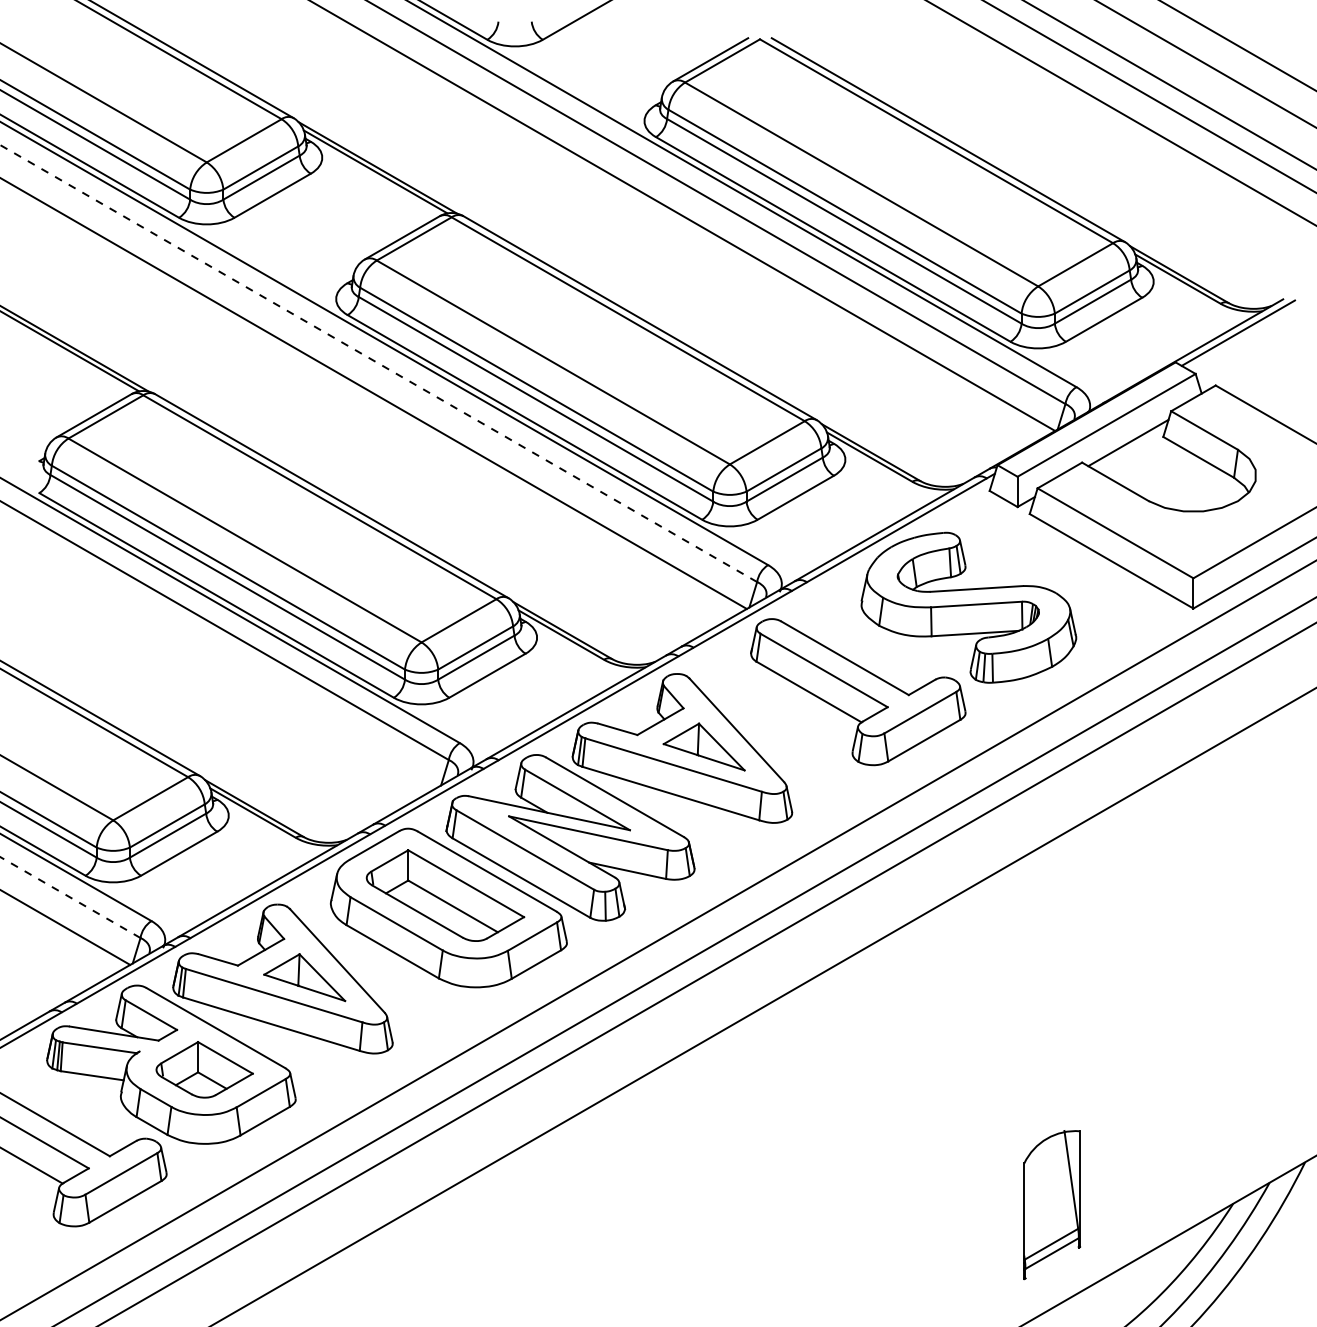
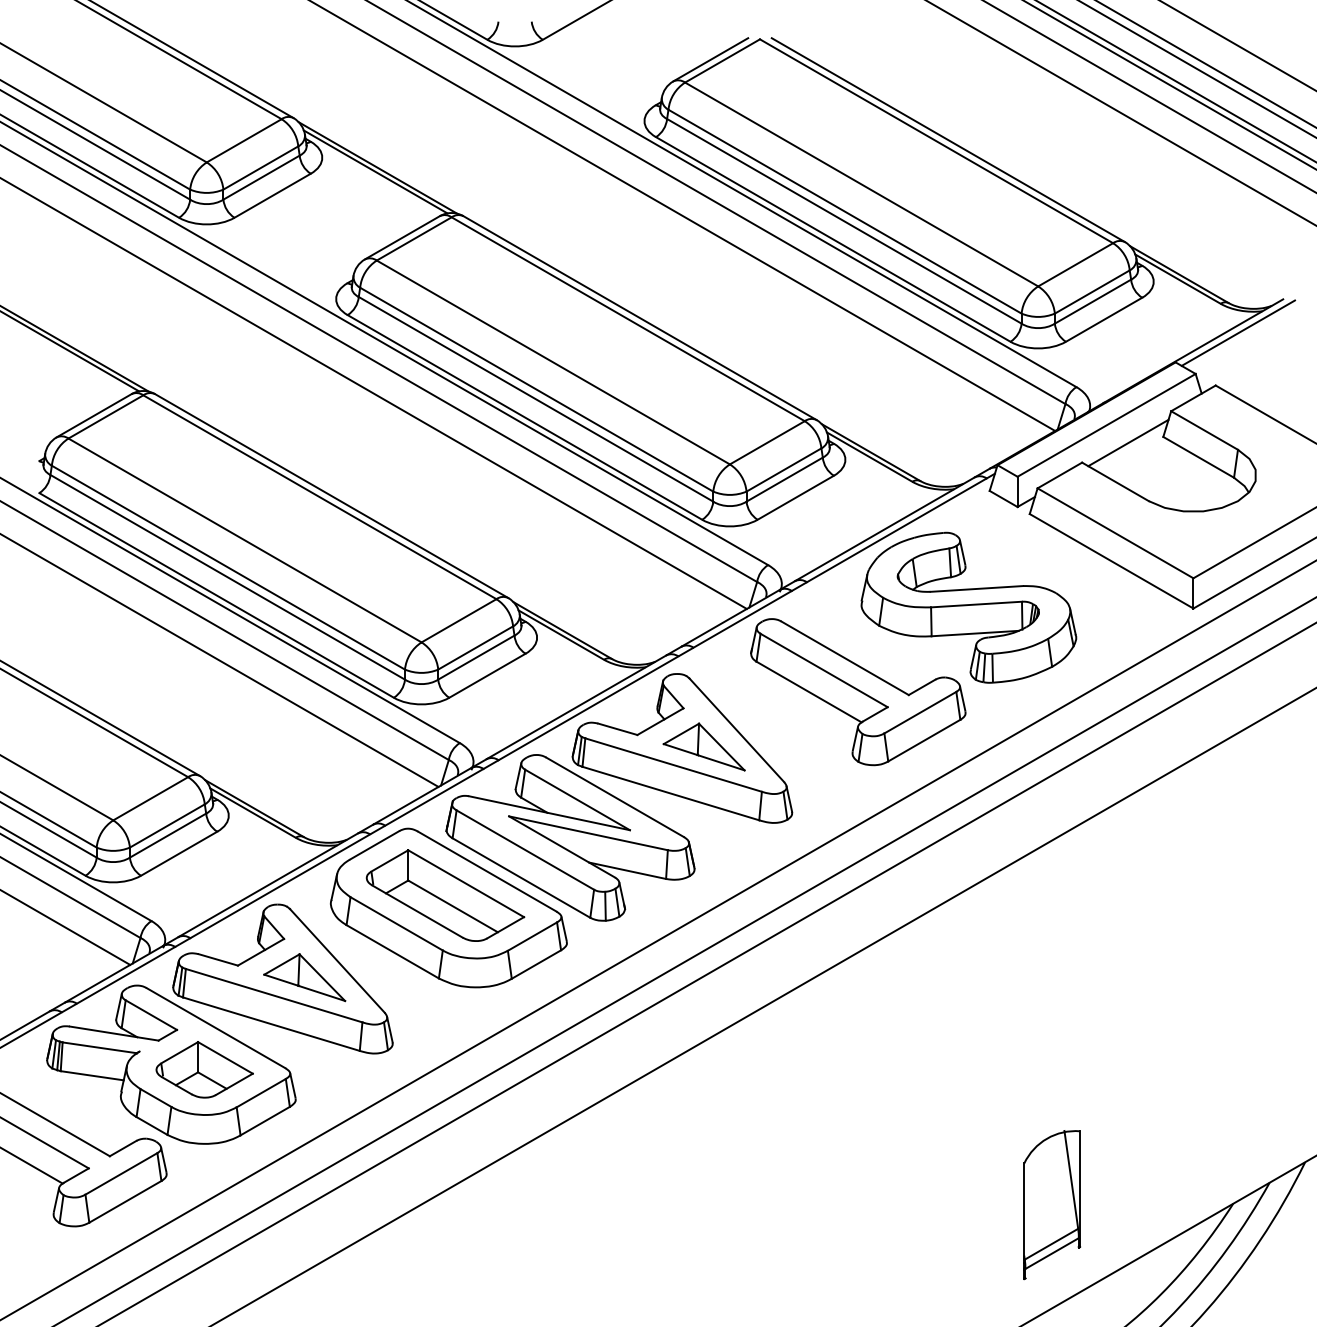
line at (1197, 69): none -> present
line at (1175, 81): none -> present
line at (378, 363): dashed -> solid
line at (220, 660): none -> present
line at (70, 897): dashed -> solid
